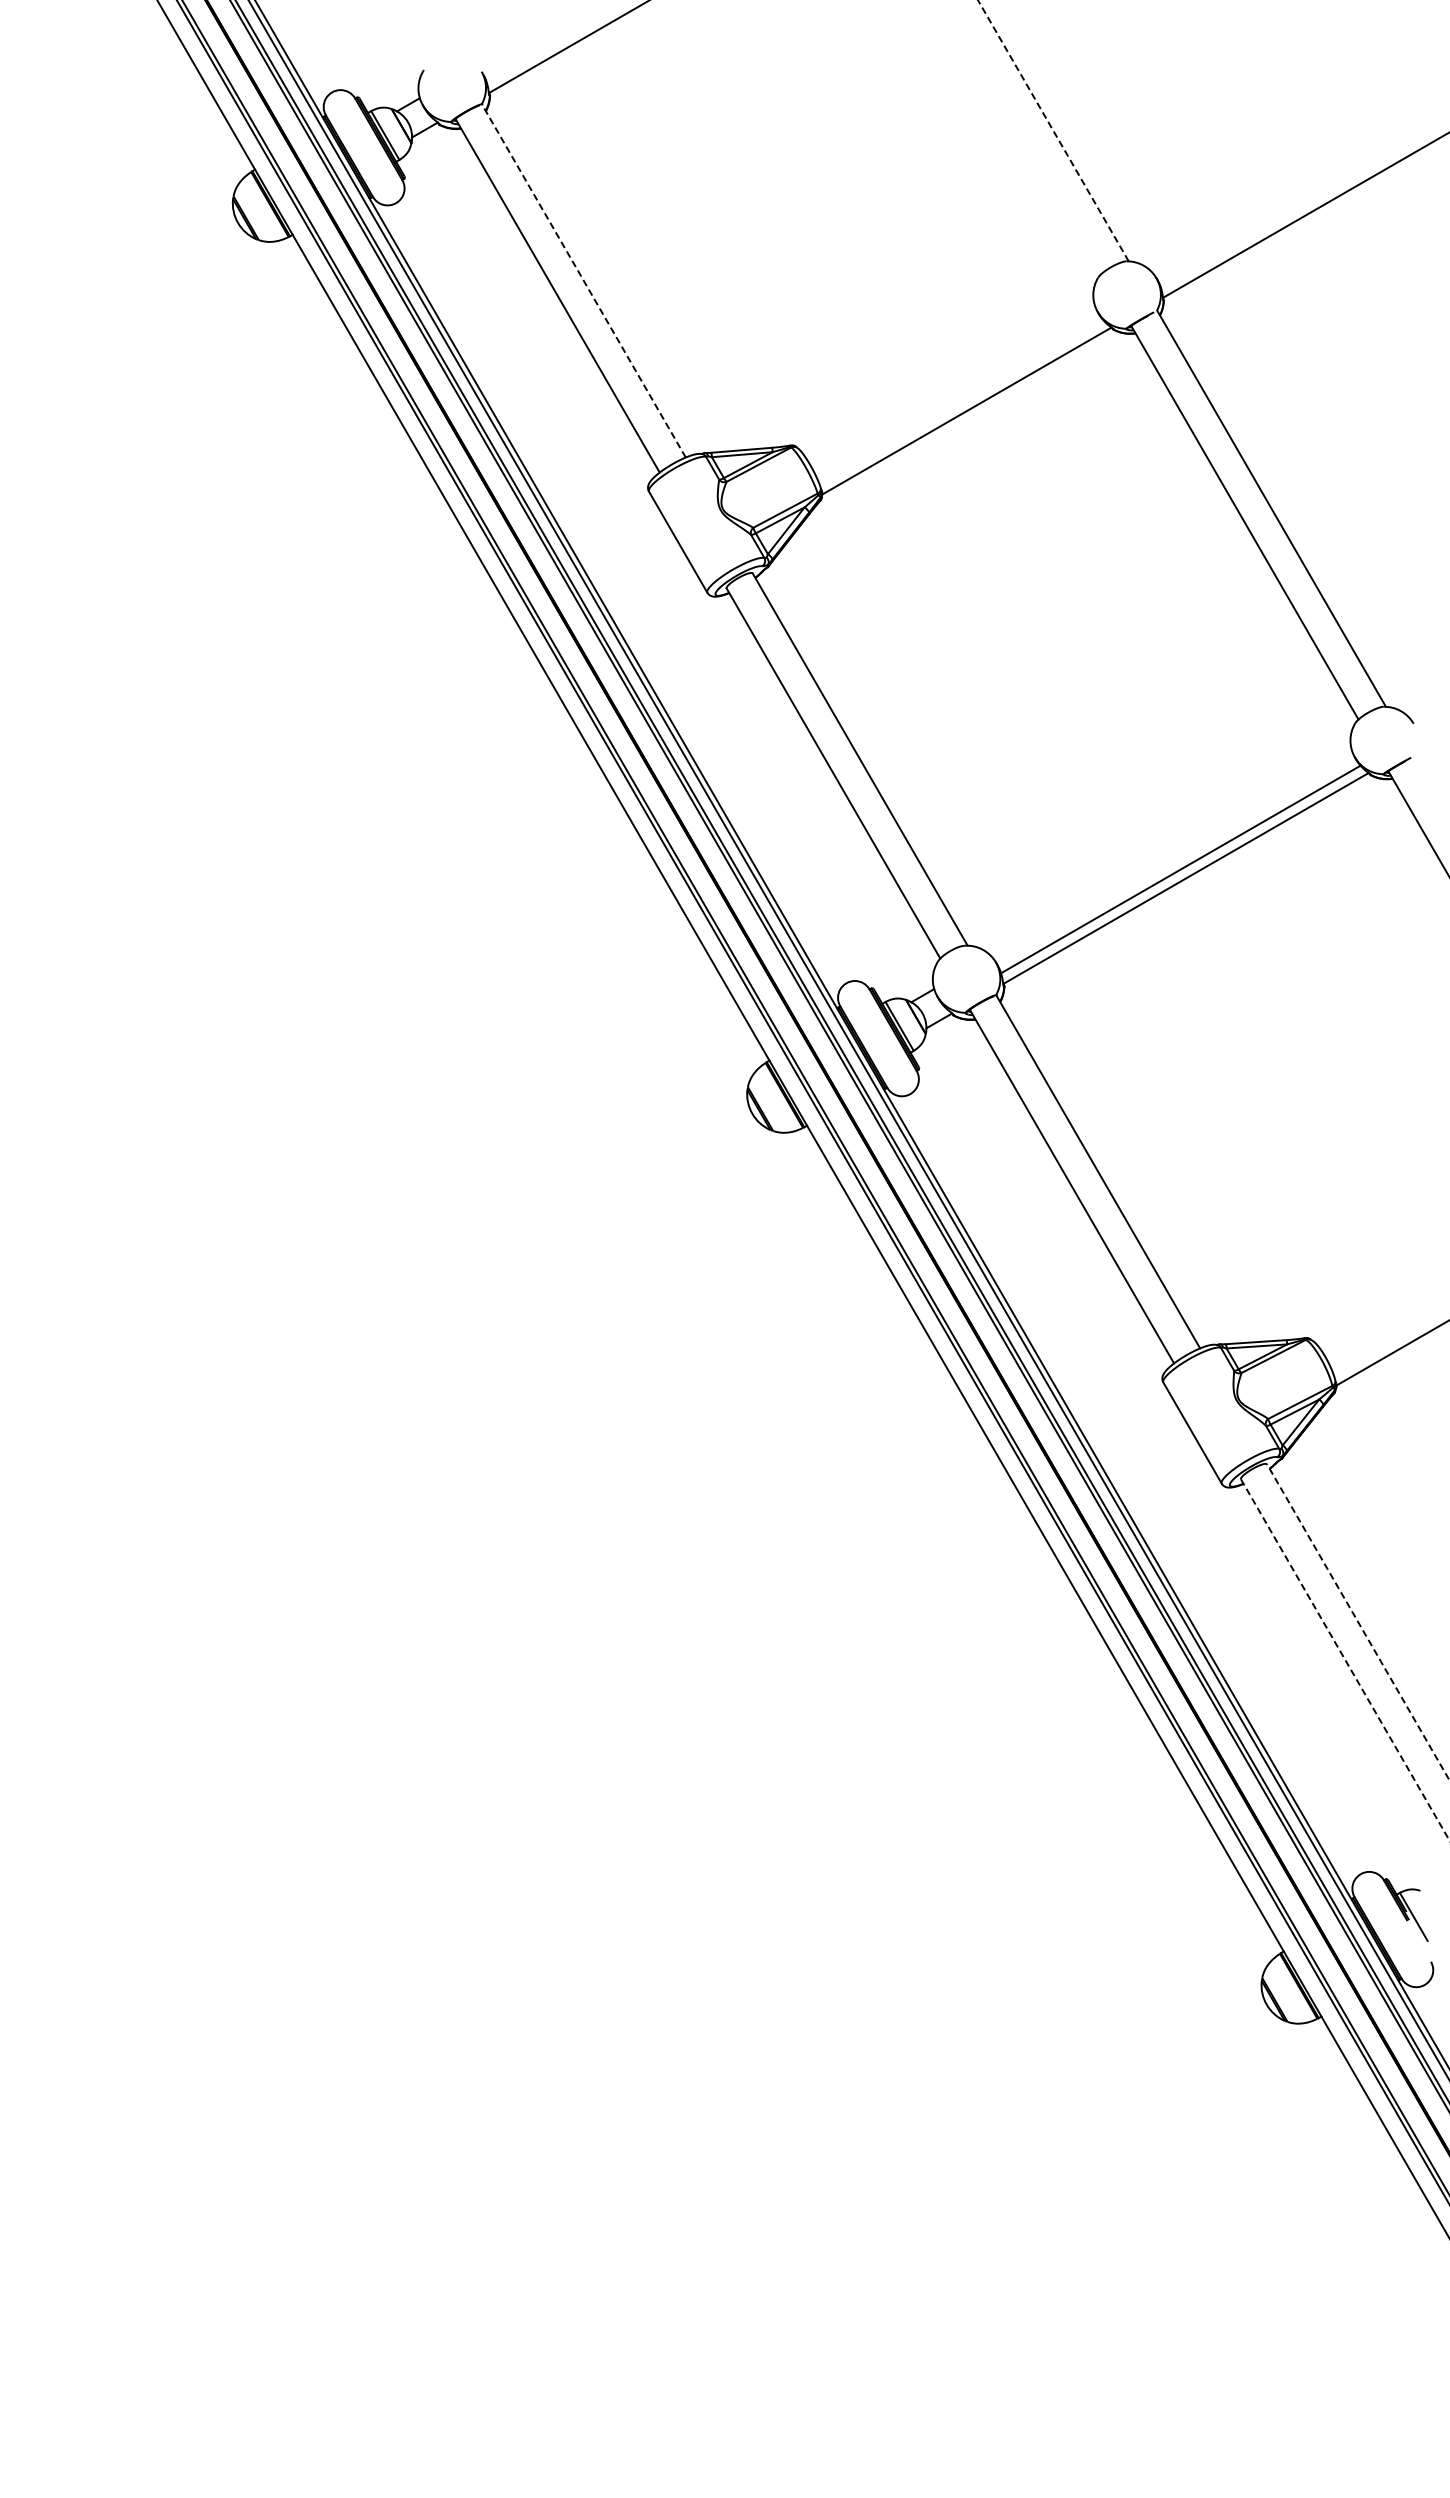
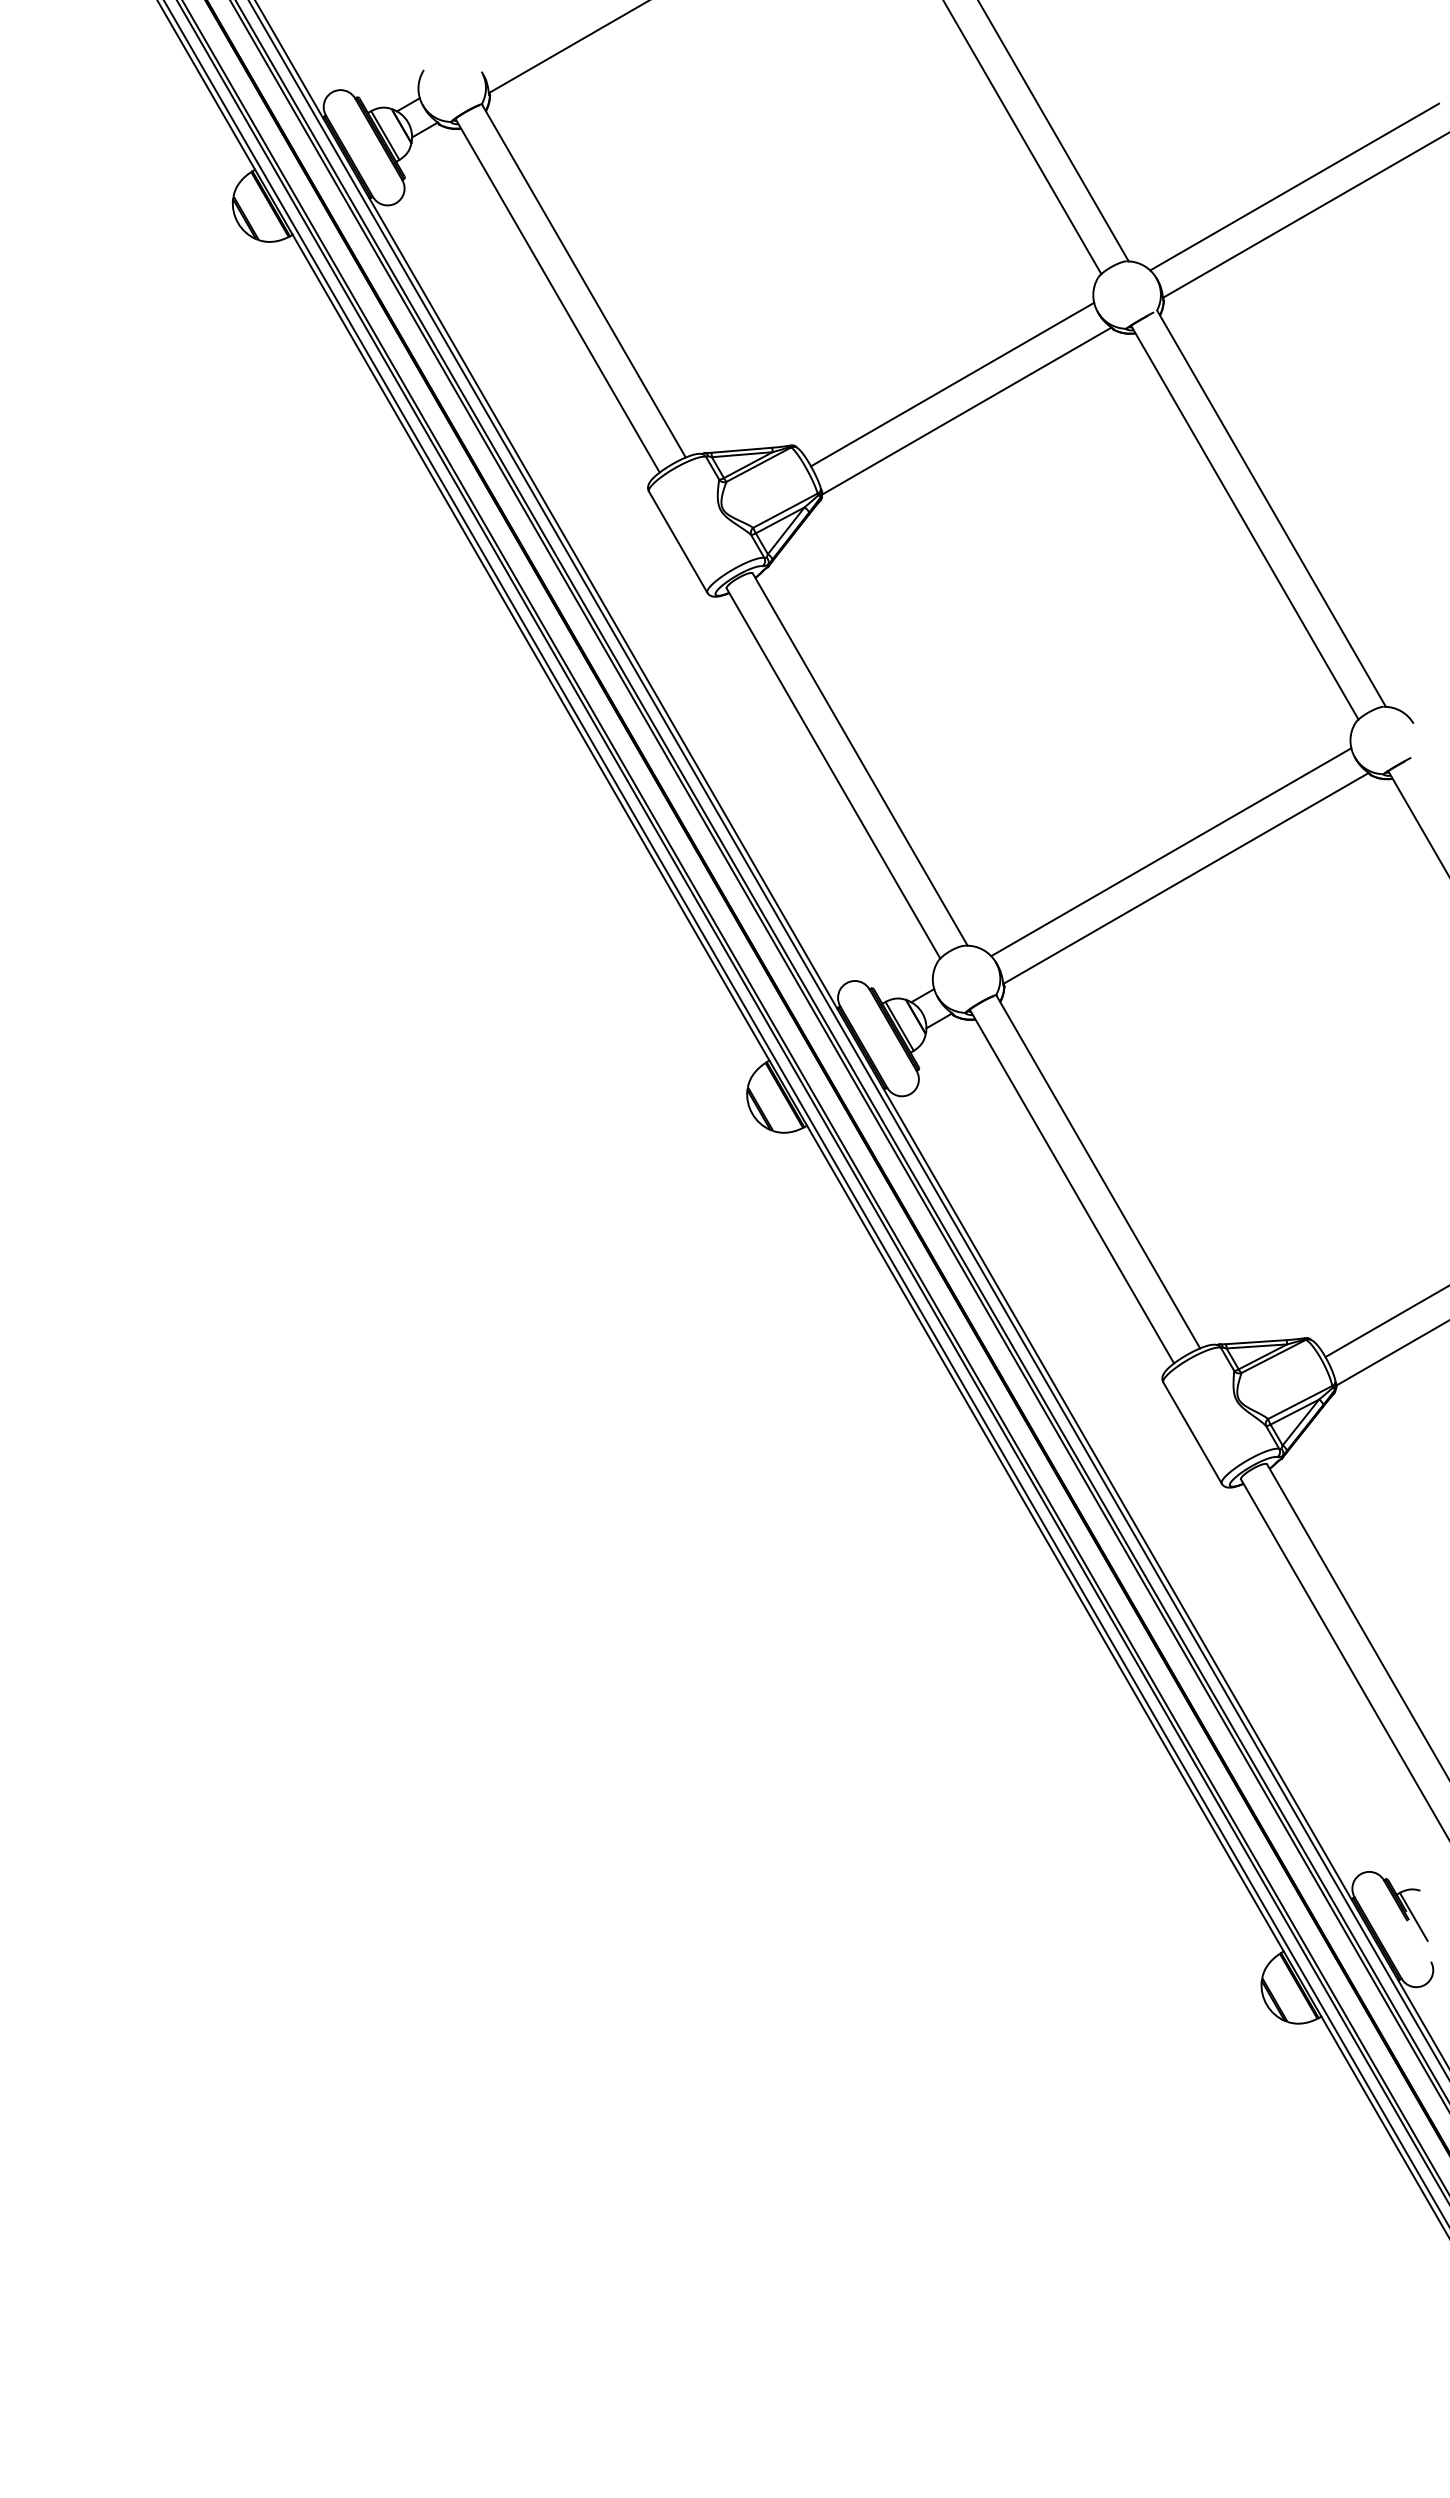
line at (1053, 130): dashed -> solid
line at (1022, 138): none -> present
line at (1294, 186): none -> present
line at (584, 281): dashed -> solid
line at (952, 384): none -> present
line at (1181, 869) position: (1181, 869) -> (1171, 852)
line at (805, 1112): none -> present
line at (1385, 1322): none -> present
line at (1358, 1622): dashed -> solid
line at (1345, 1660): dashed -> solid
